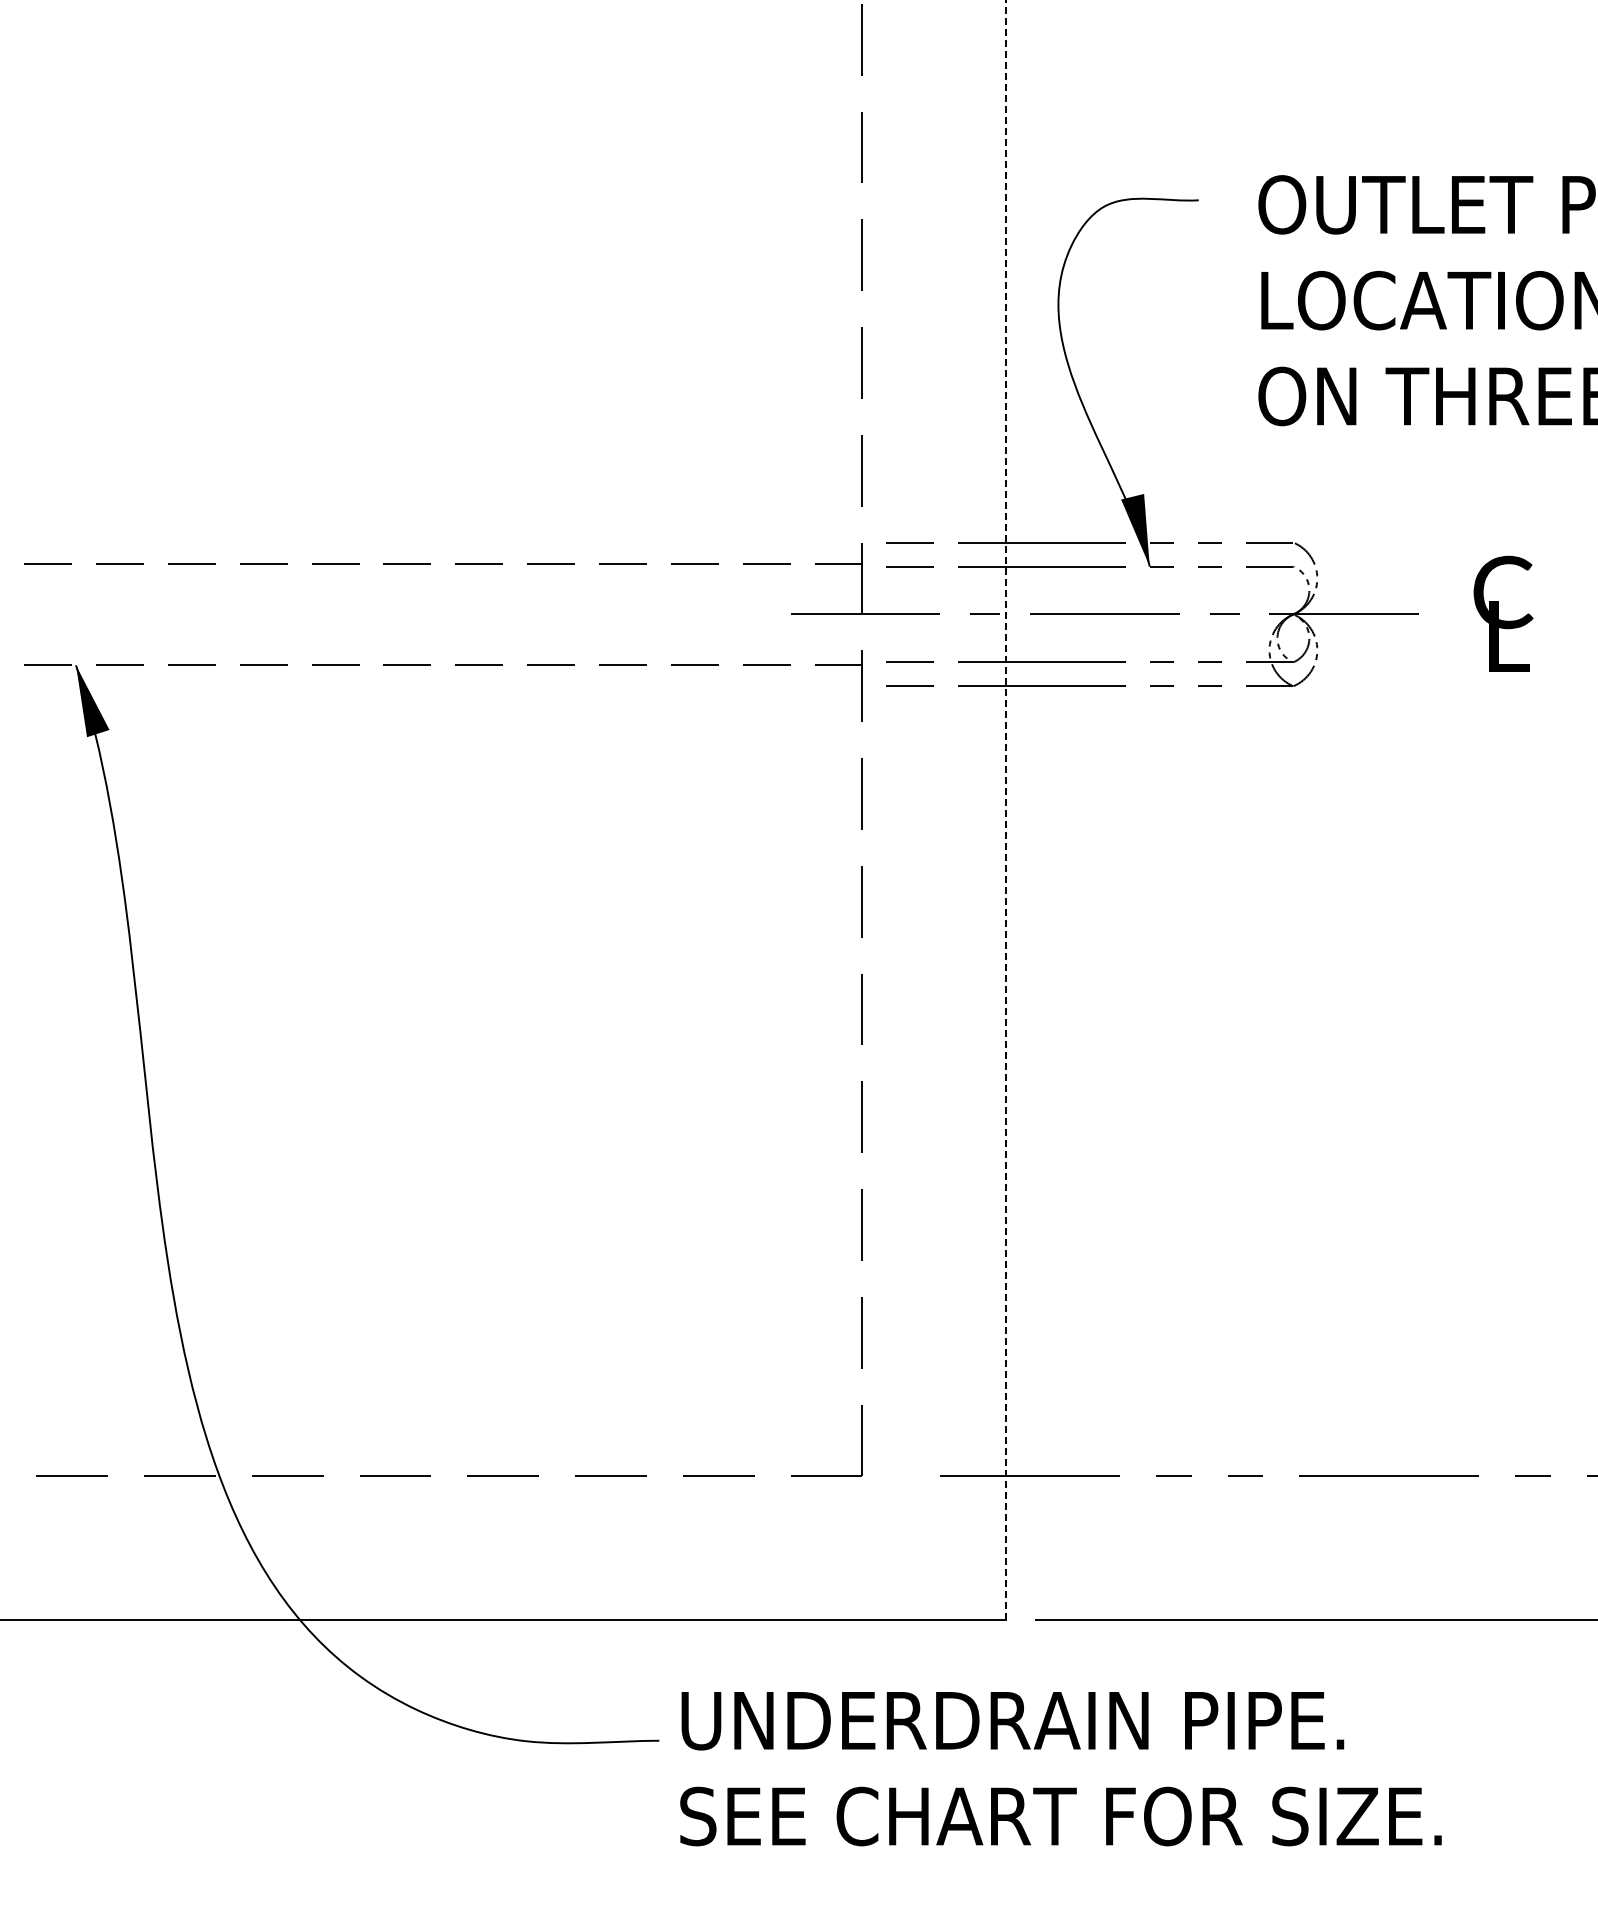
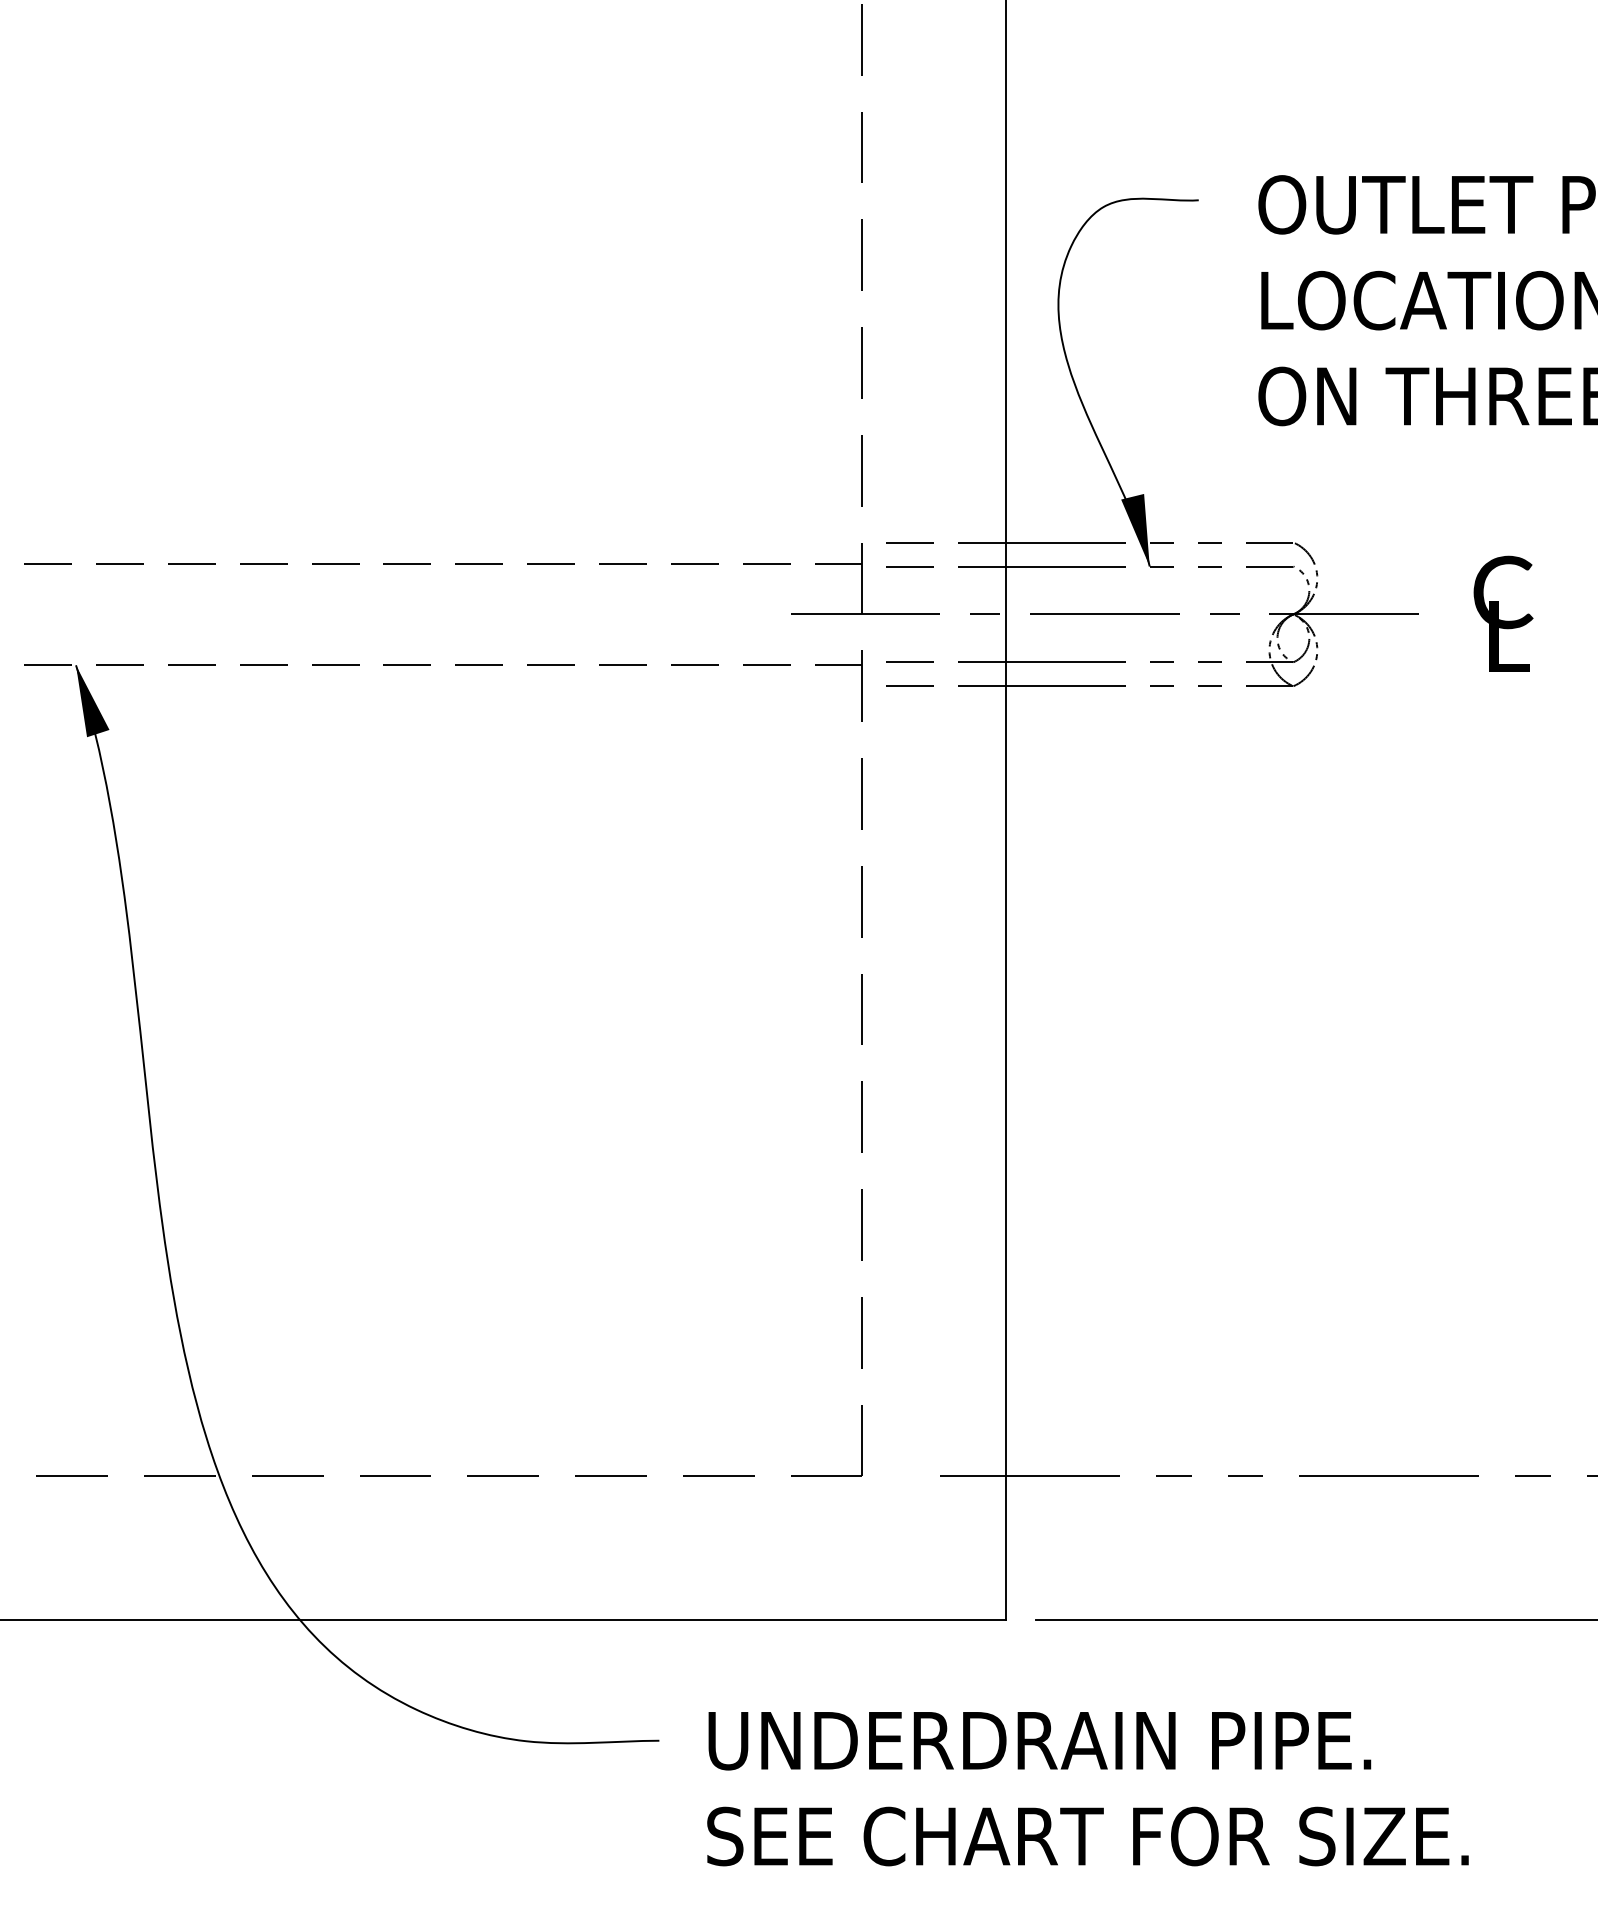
line at (1006, 810): dashed -> solid
text at (1060, 1769) position: (1060, 1769) -> (1087, 1789)
